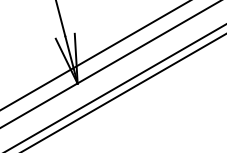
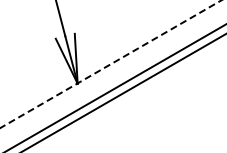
line at (94, 55): present -> none
line at (111, 64): solid -> dashed
